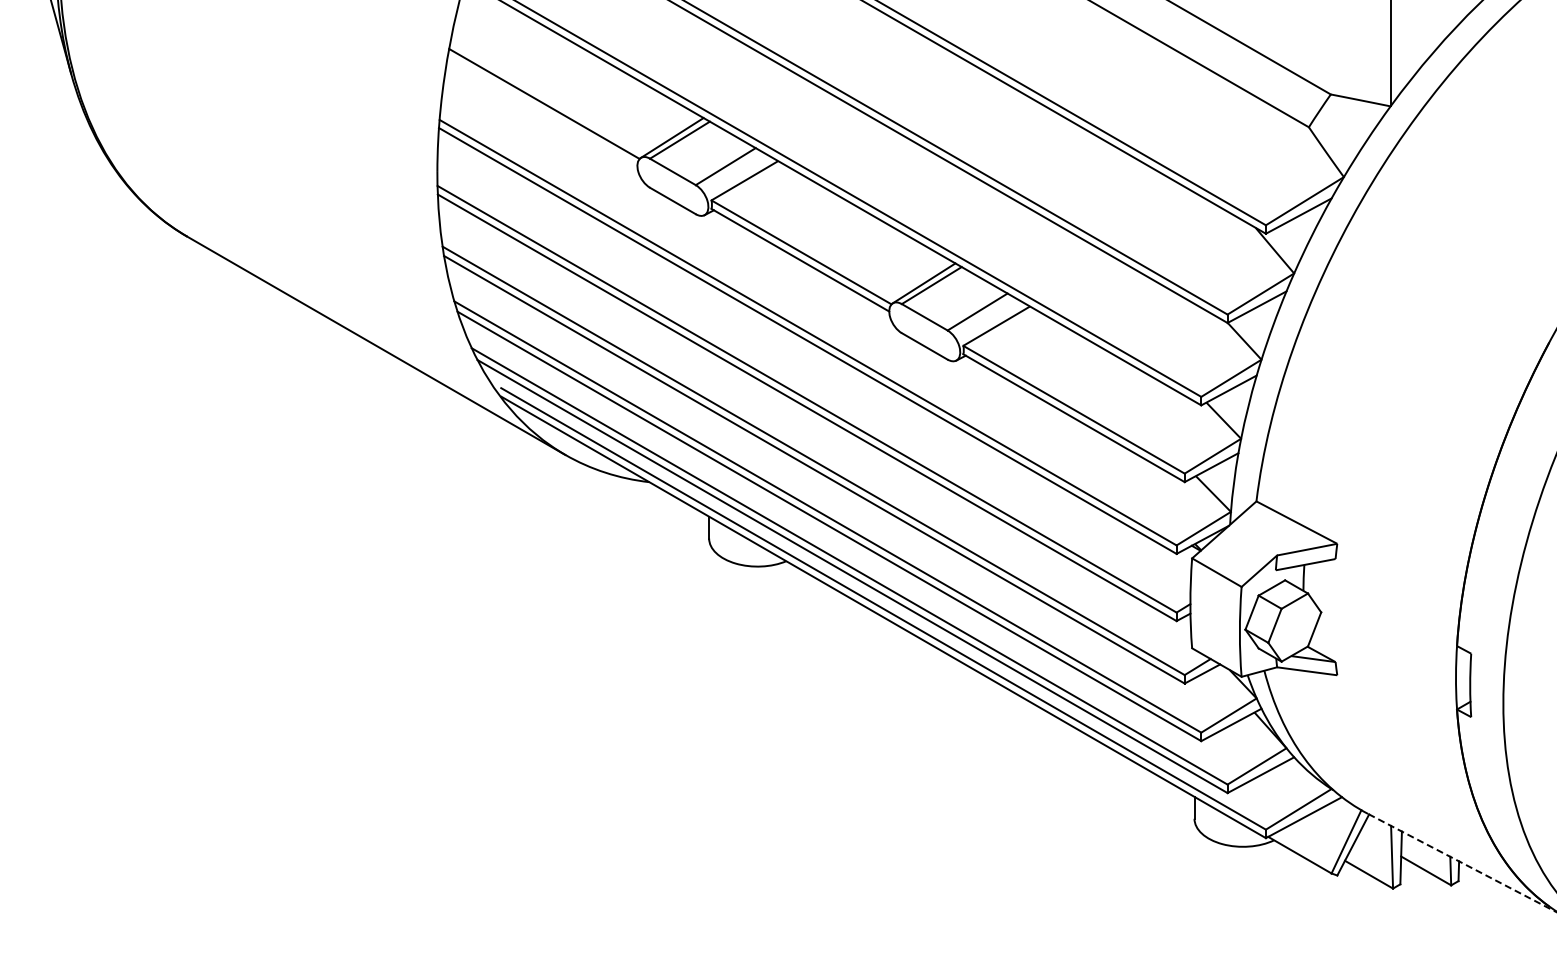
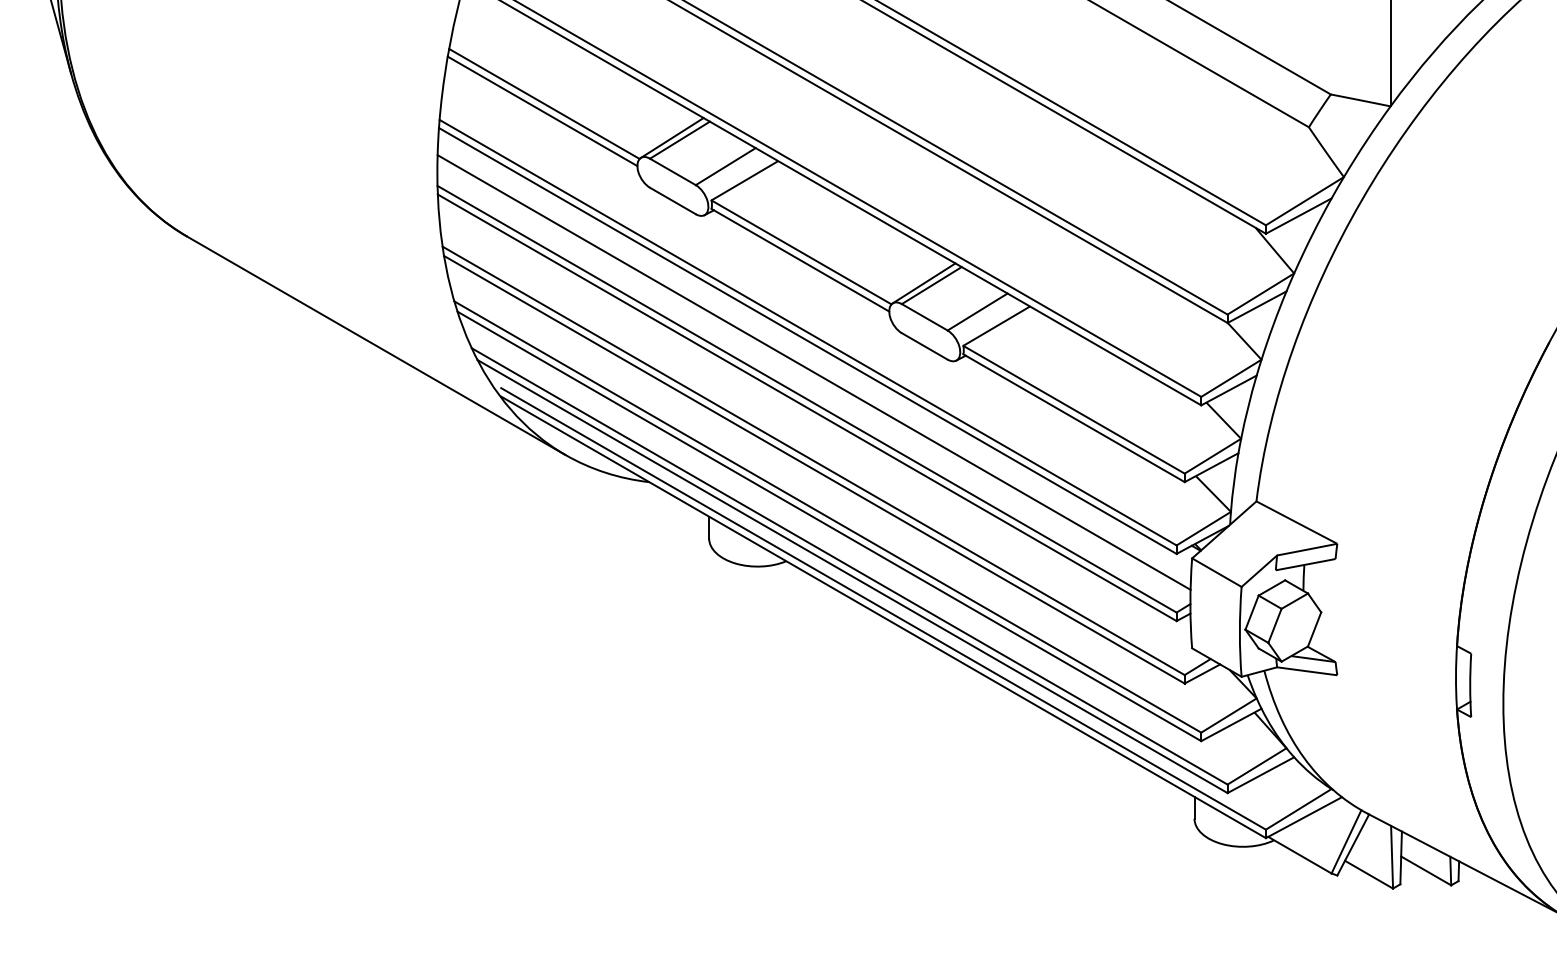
line at (542, 111): none -> present
line at (813, 372): none -> present
line at (1461, 862): dashed -> solid
